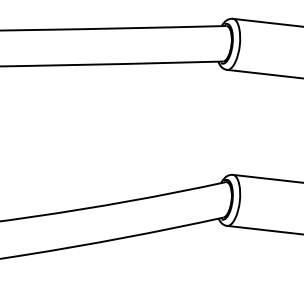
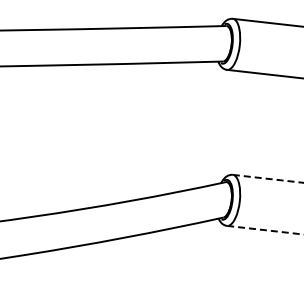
line at (268, 178): solid -> dashed
line at (265, 230): solid -> dashed
